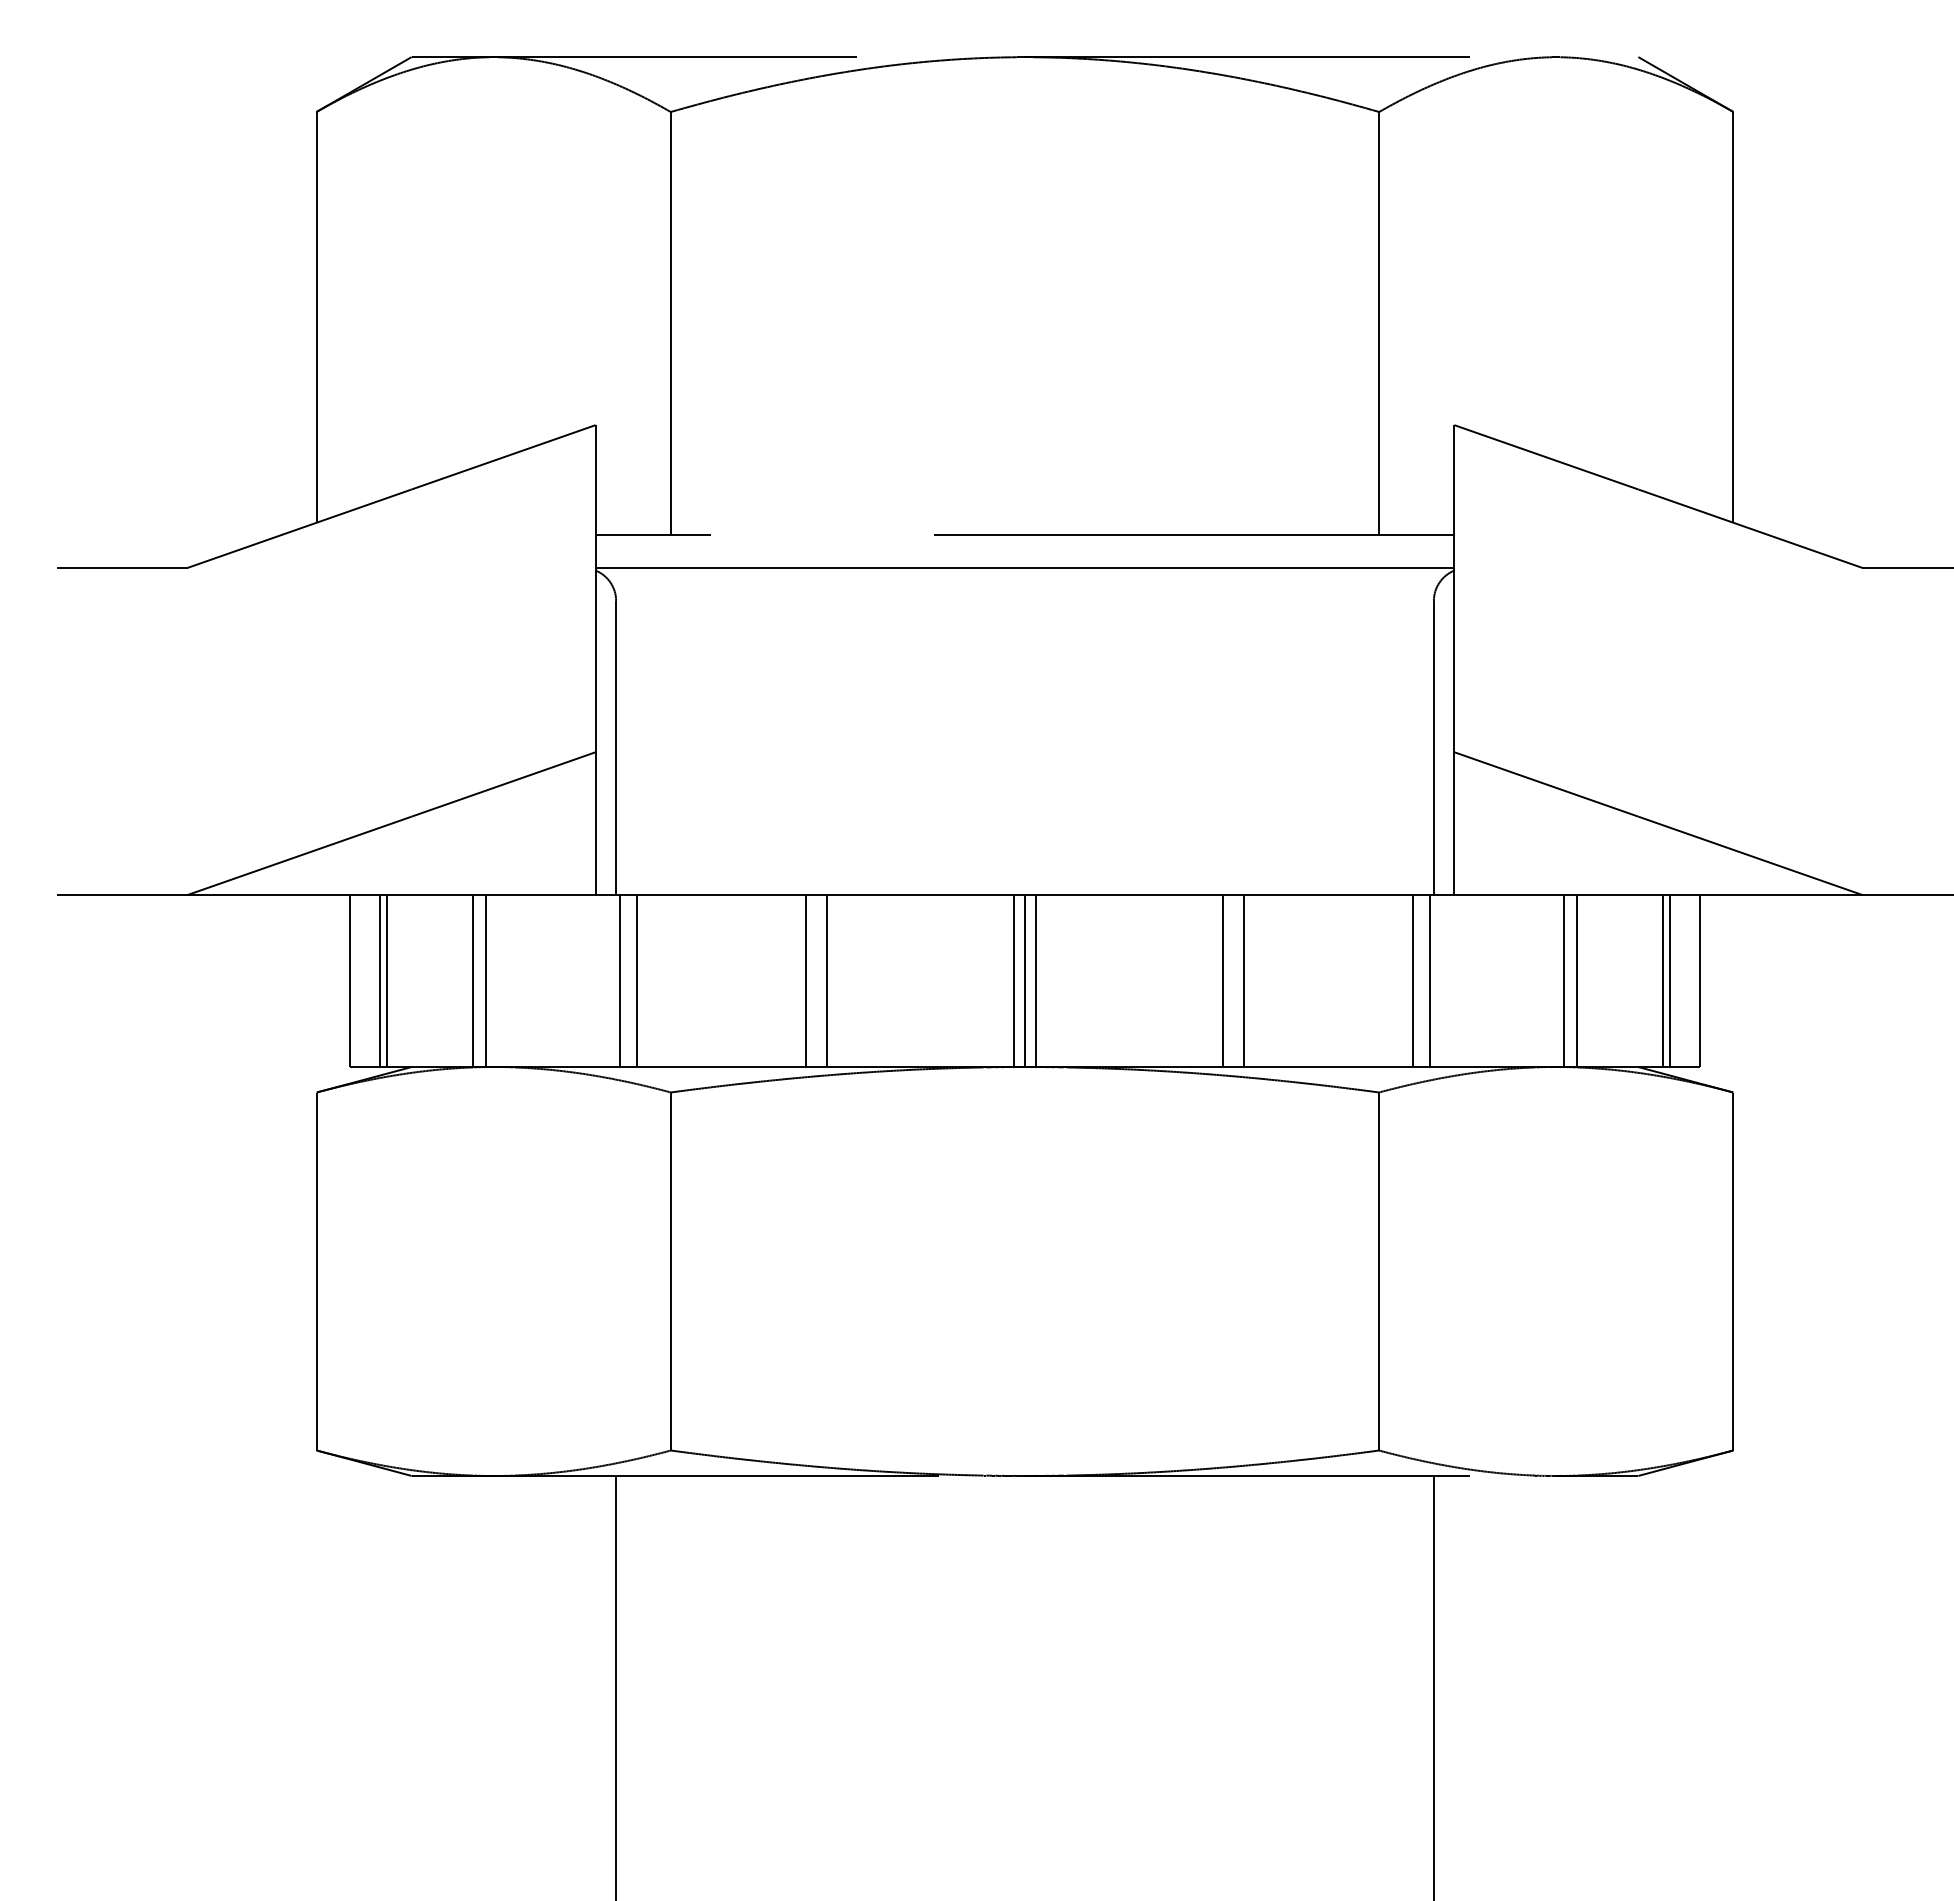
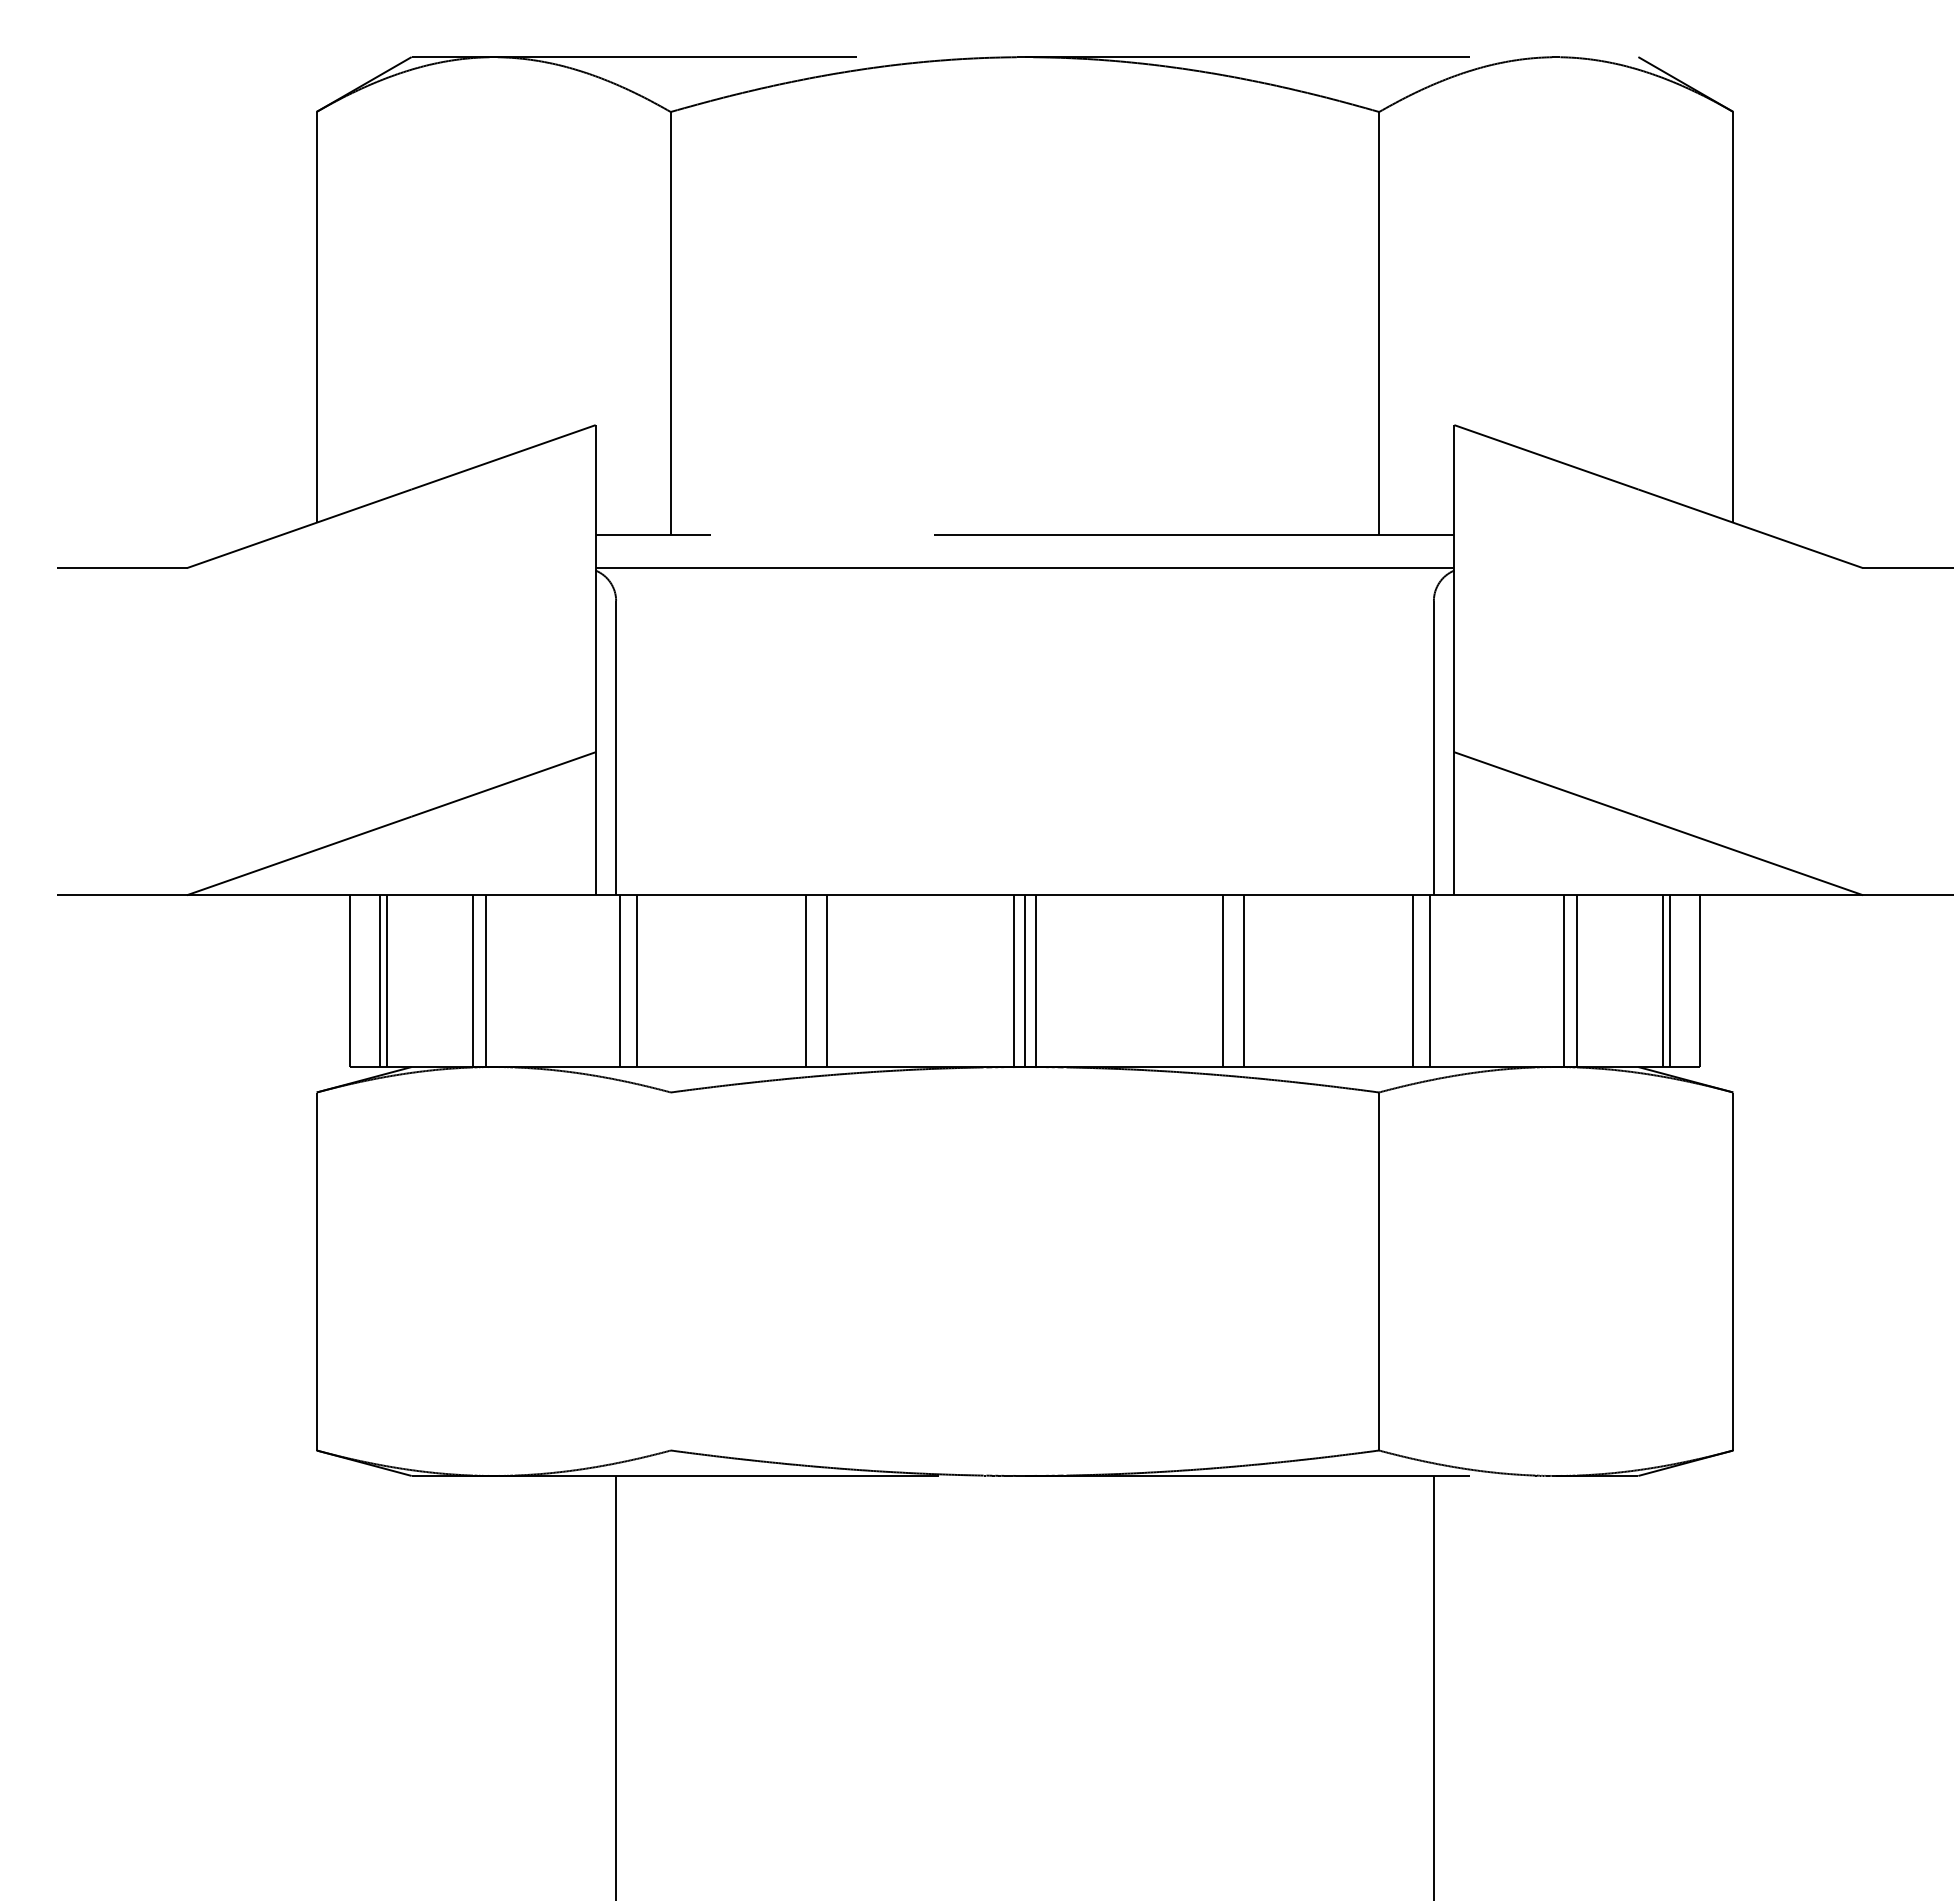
line at (670, 1271): present -> none
